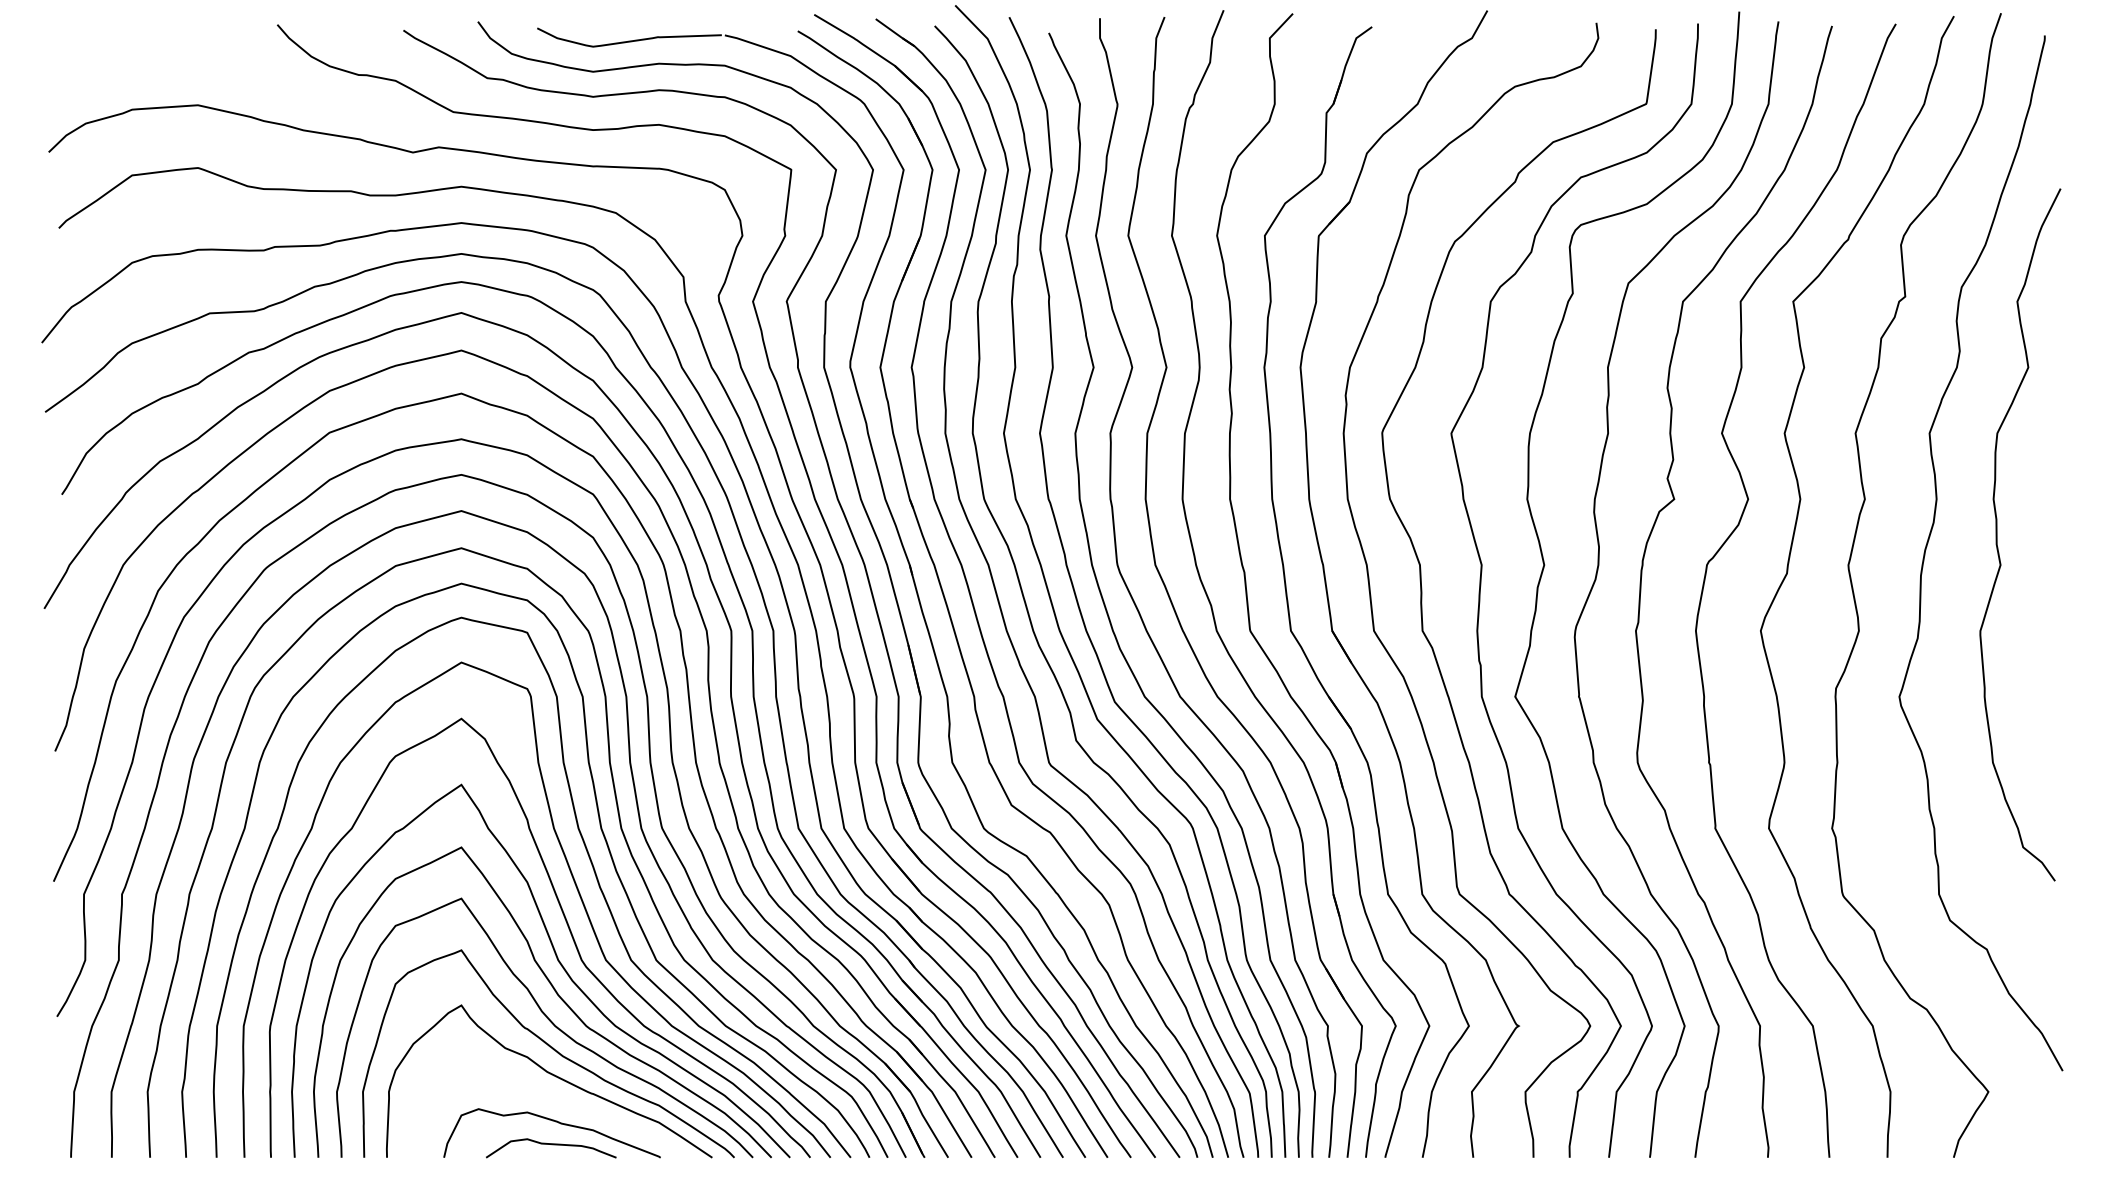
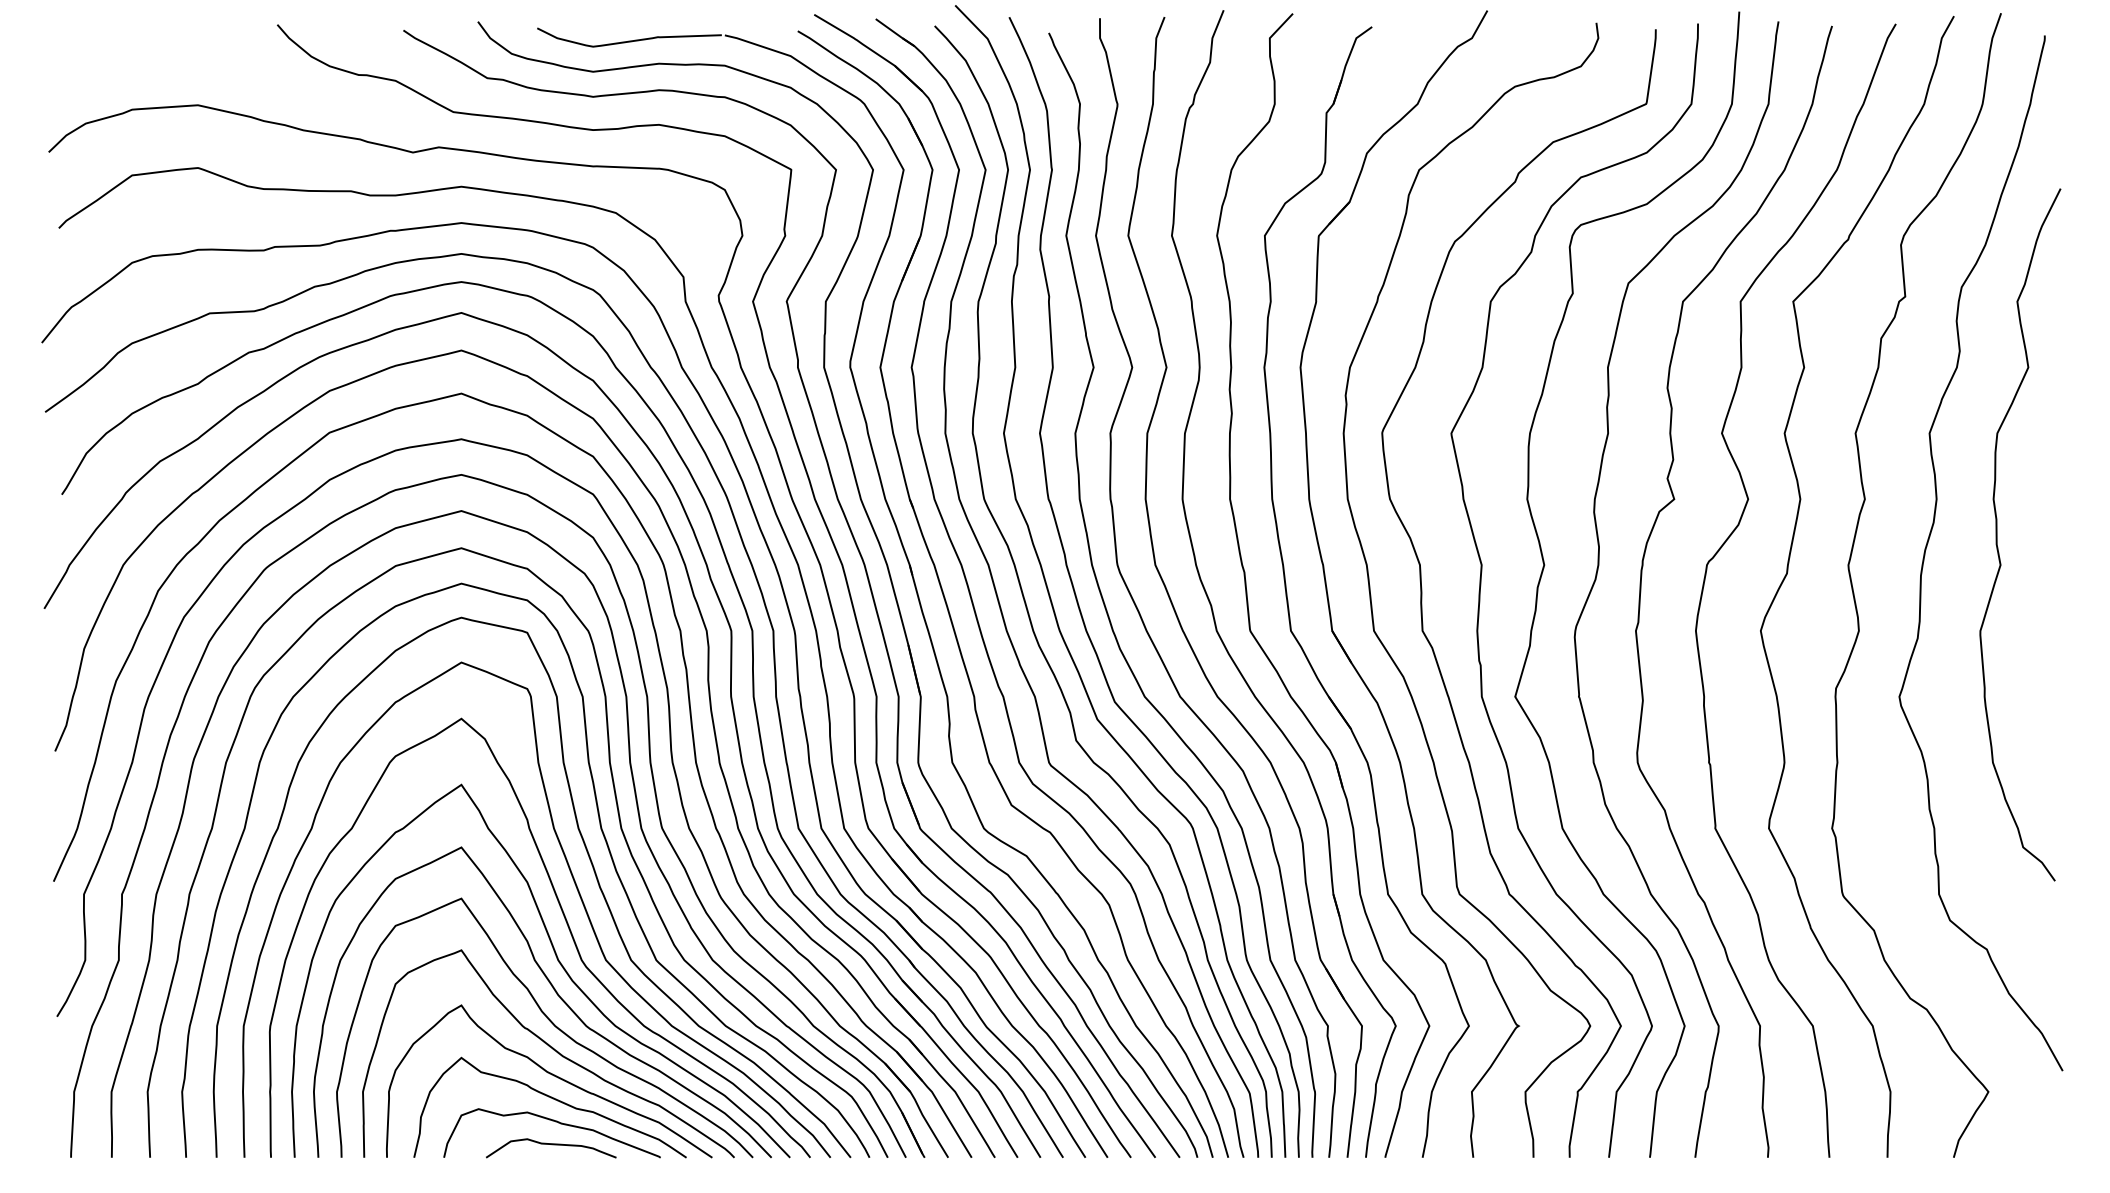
curve at (553, 1099): none -> present
